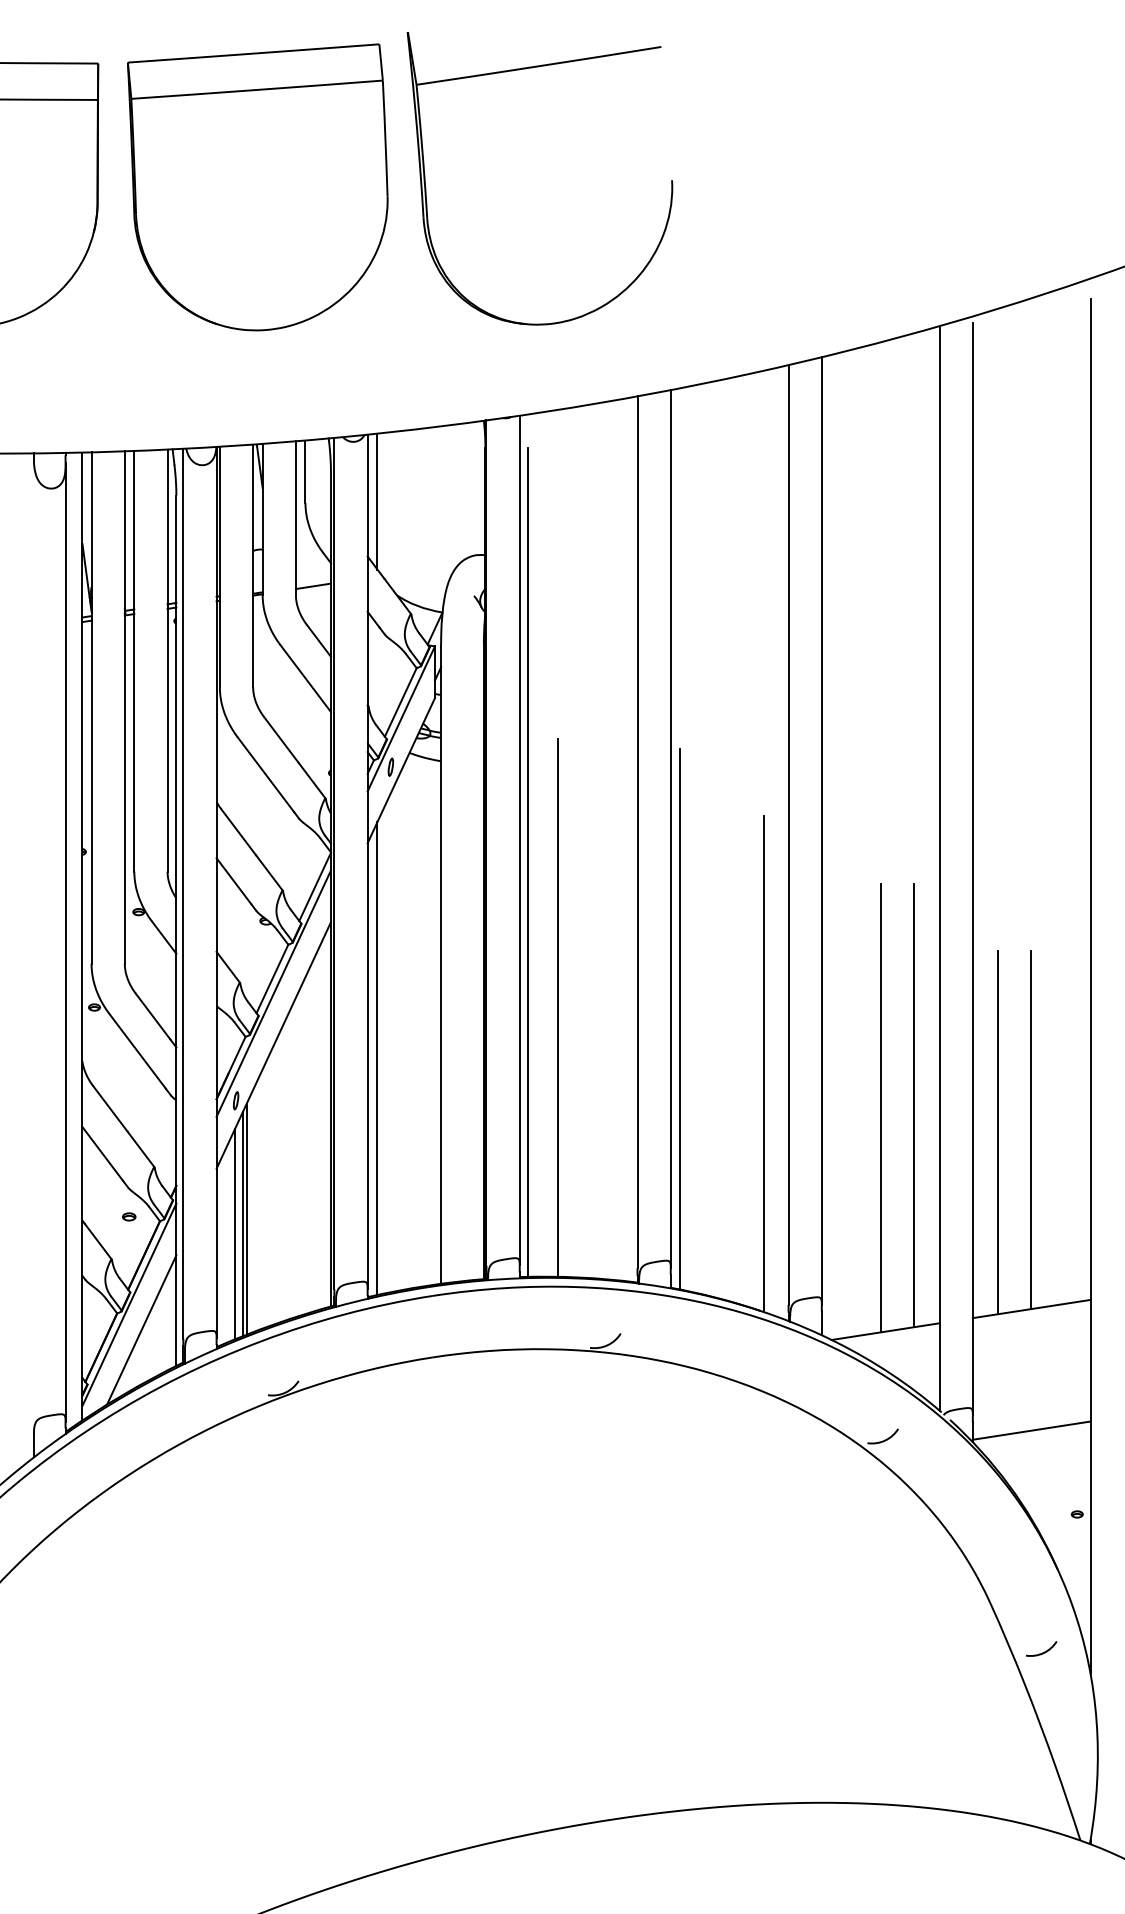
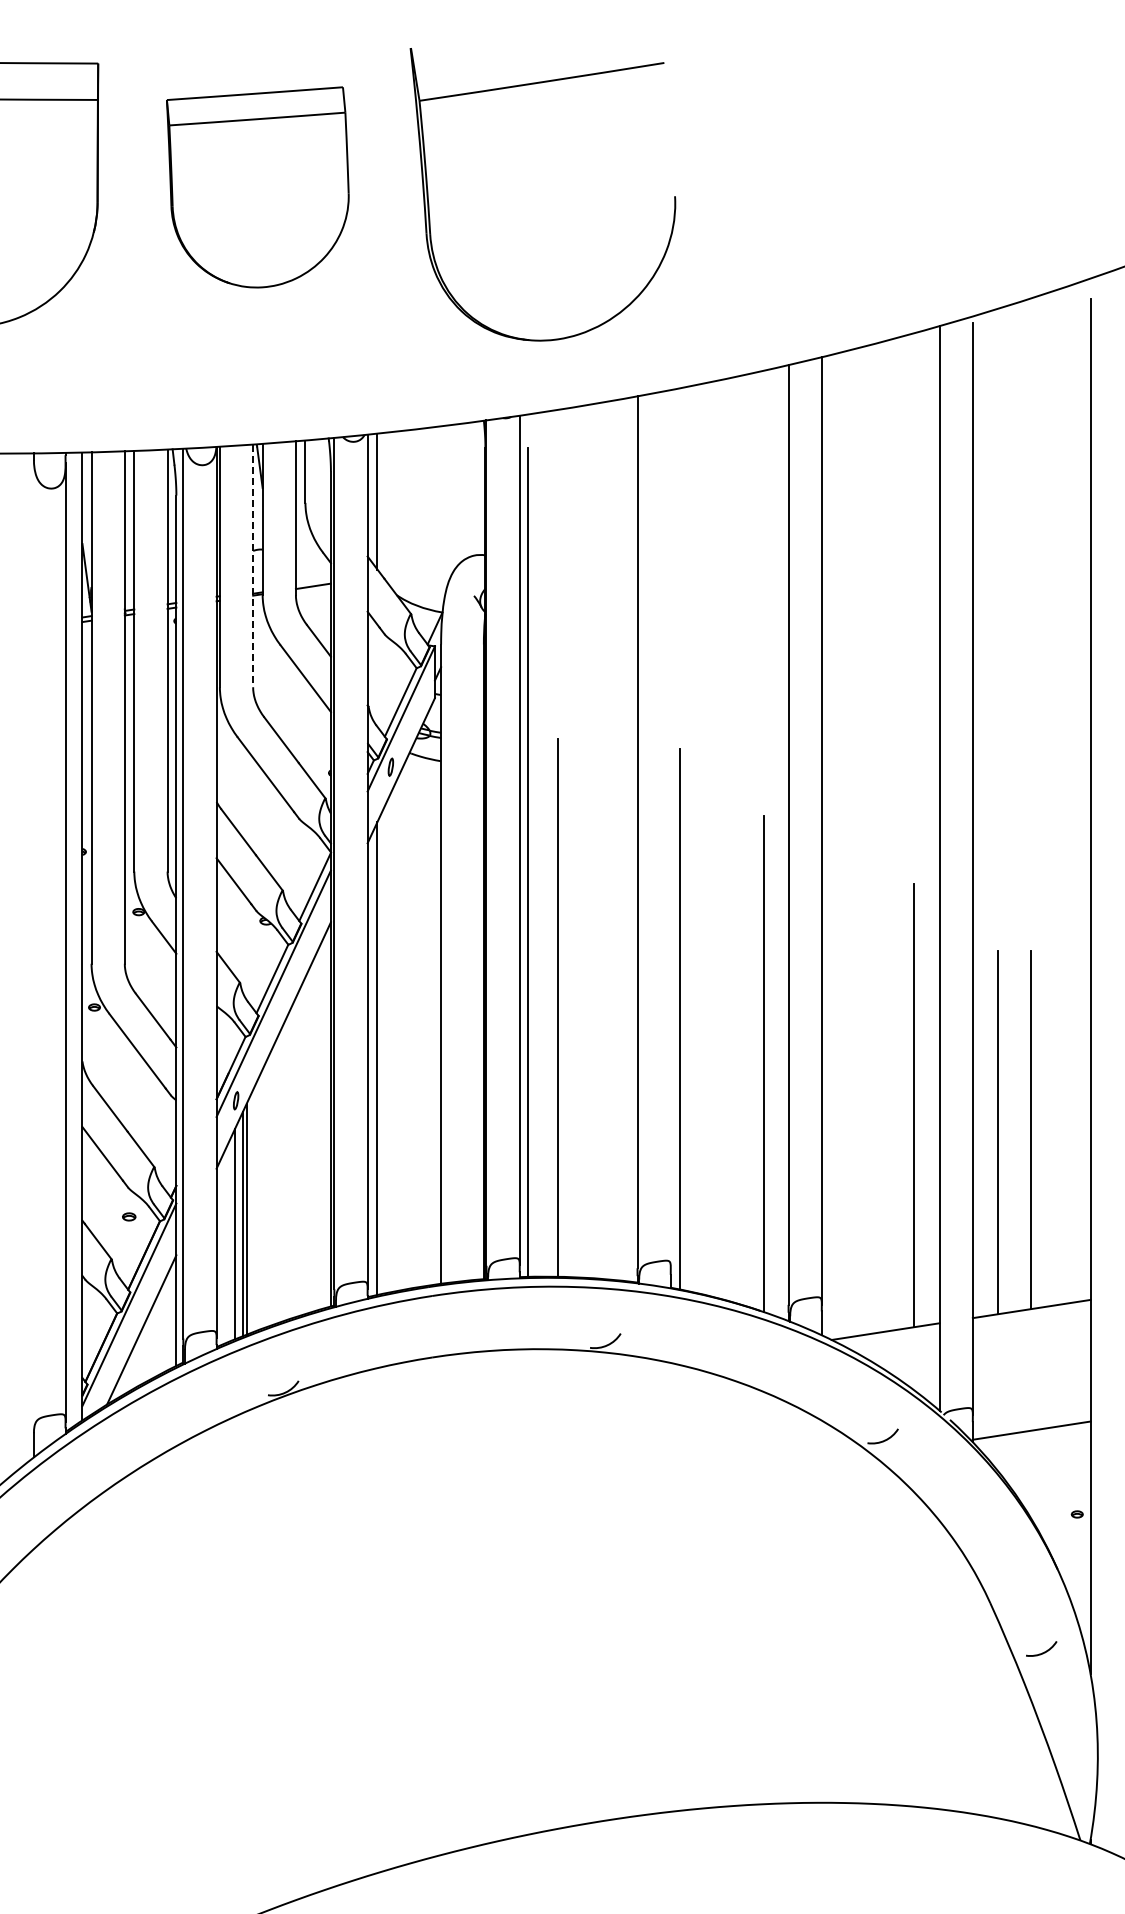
part at (526, 69) position: (526, 69) -> (529, 85)
part at (257, 187) size: 262x289 px -> 184x203 px
line at (253, 566): solid -> dashed
line at (670, 828): present -> none
line at (880, 1107): present -> none
